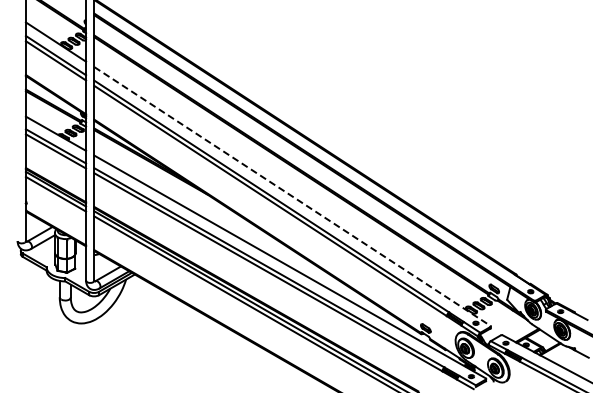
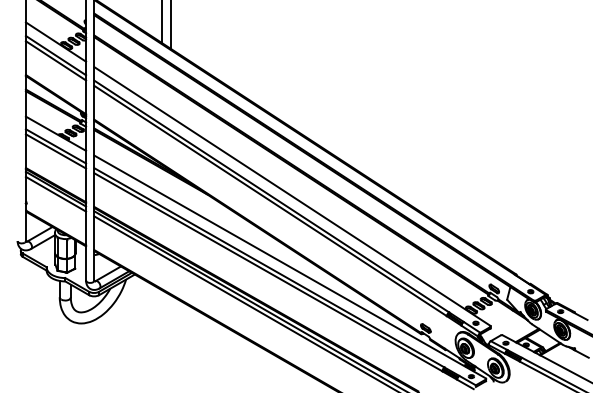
line at (162, 22): none -> present
line at (170, 25): none -> present
line at (292, 196): dashed -> solid
